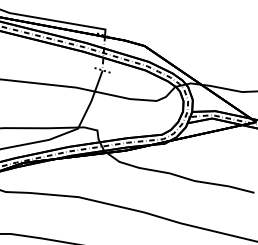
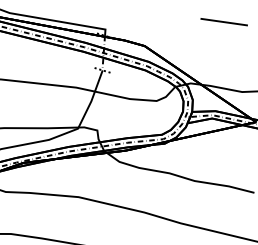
line at (223, 22): none -> present
